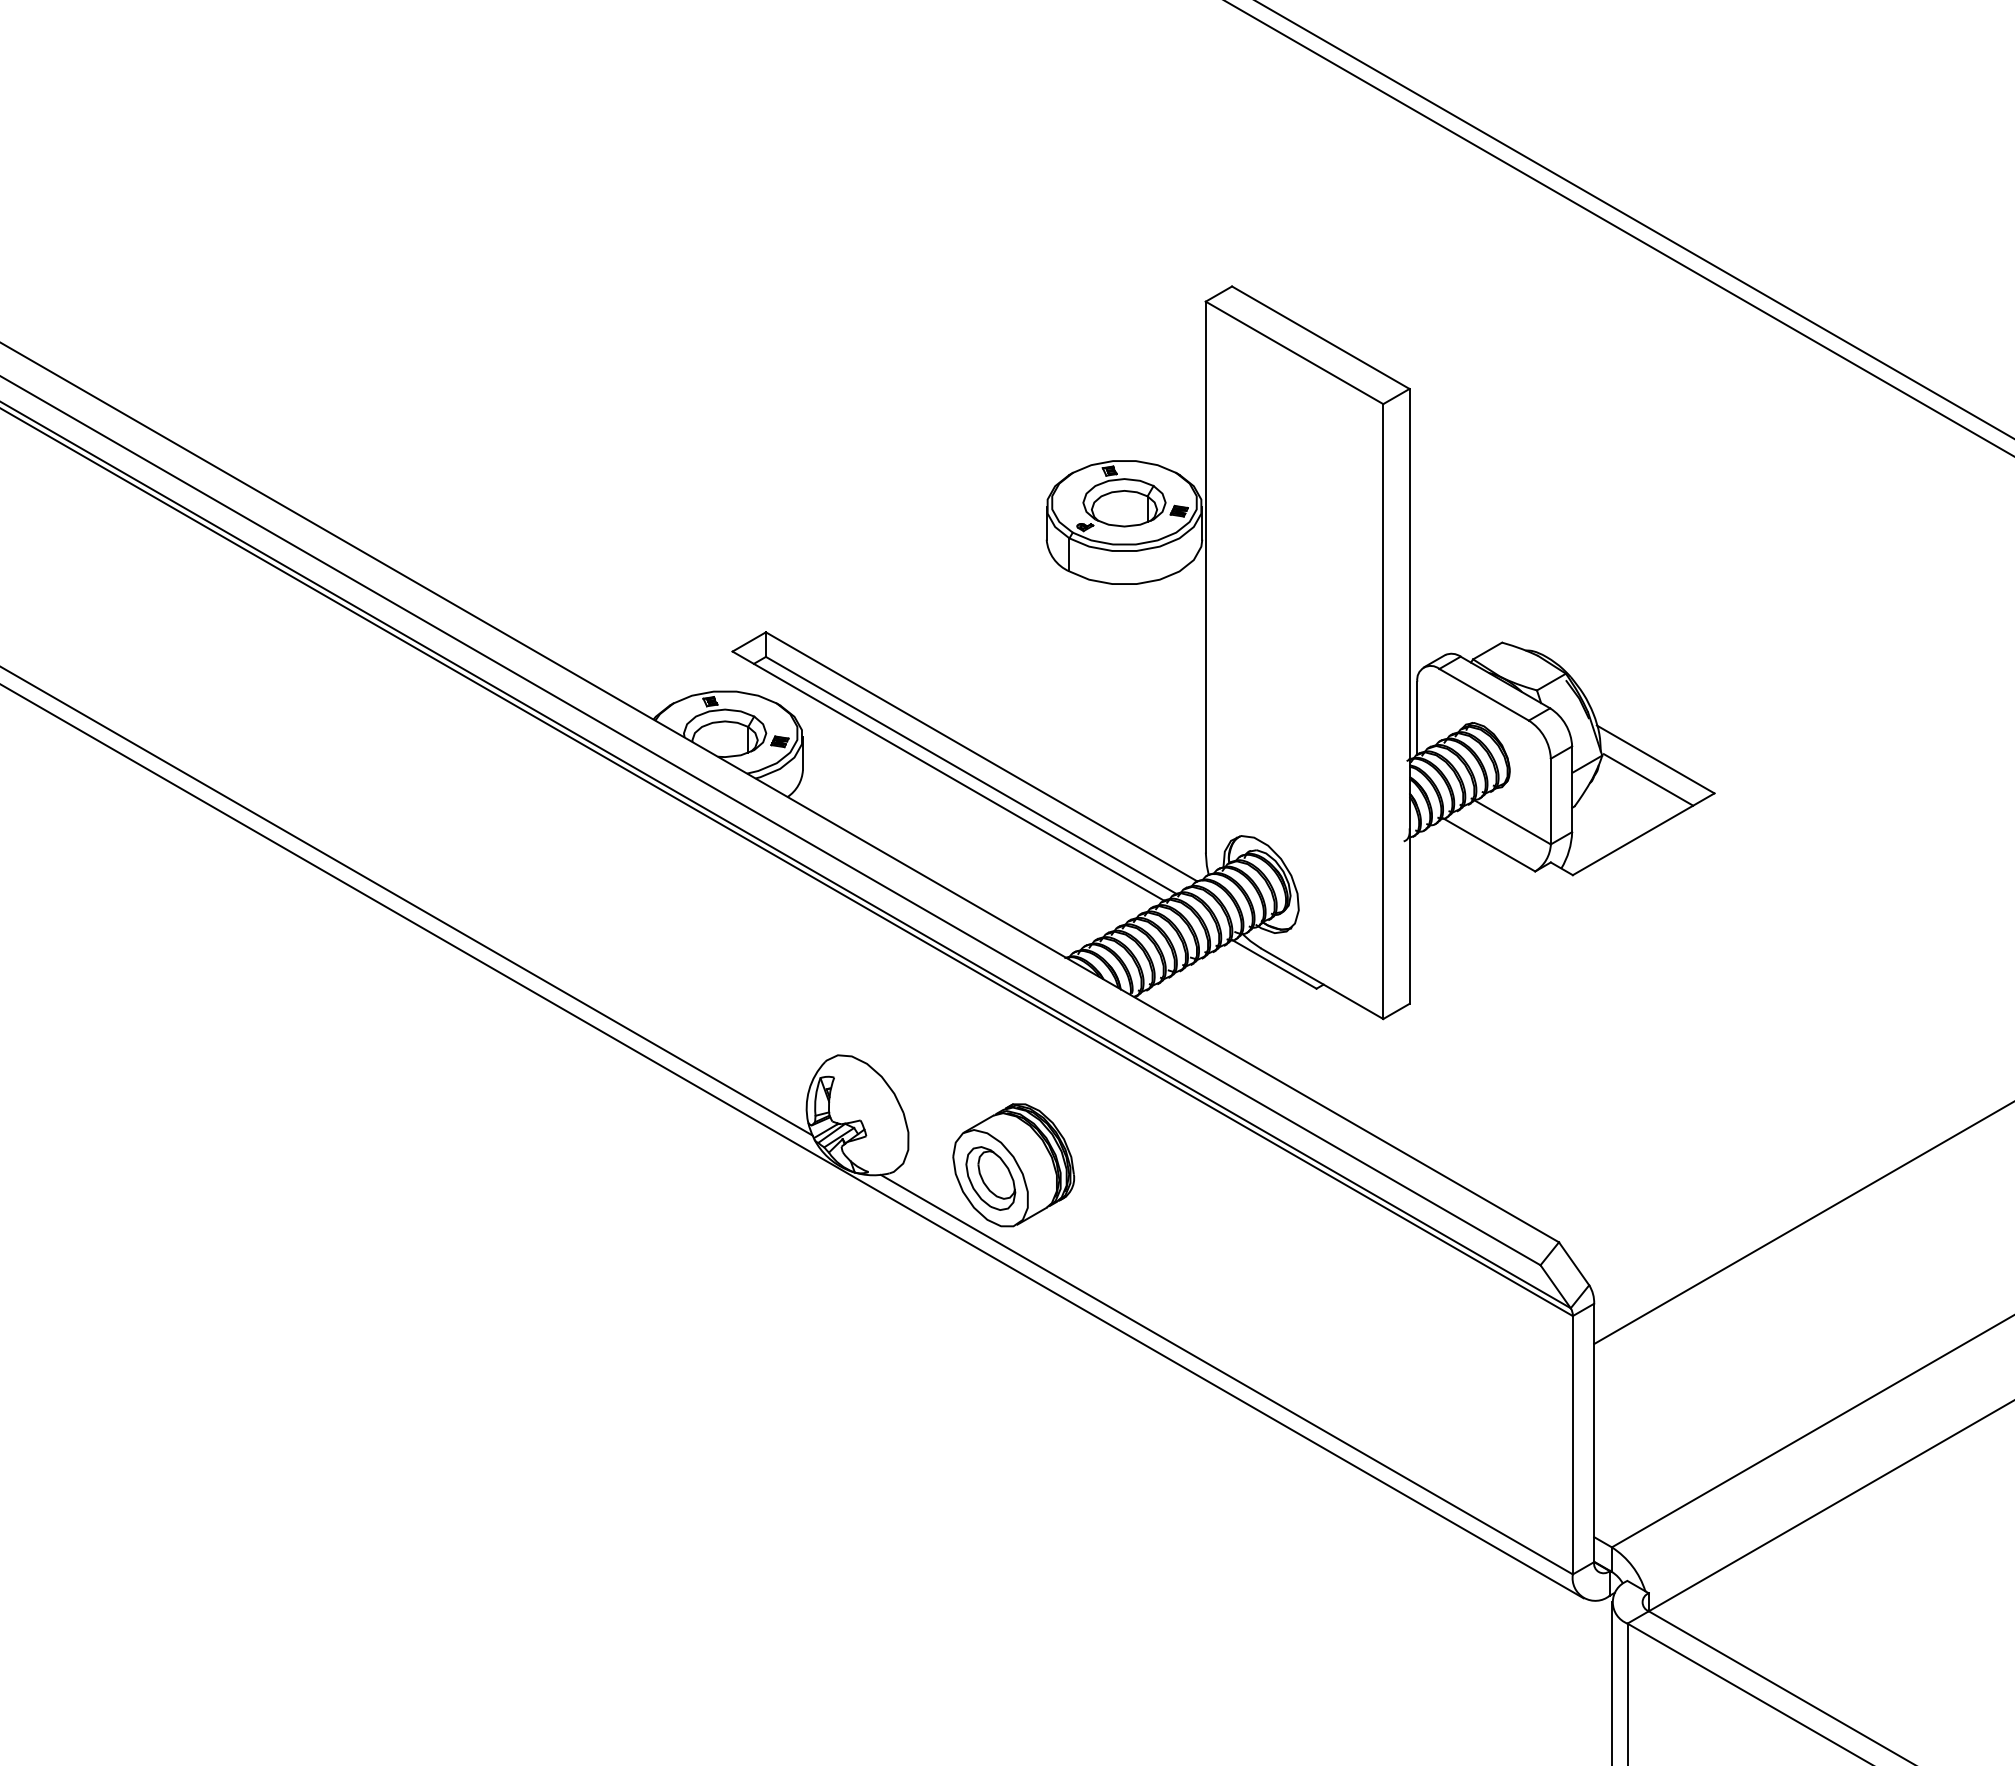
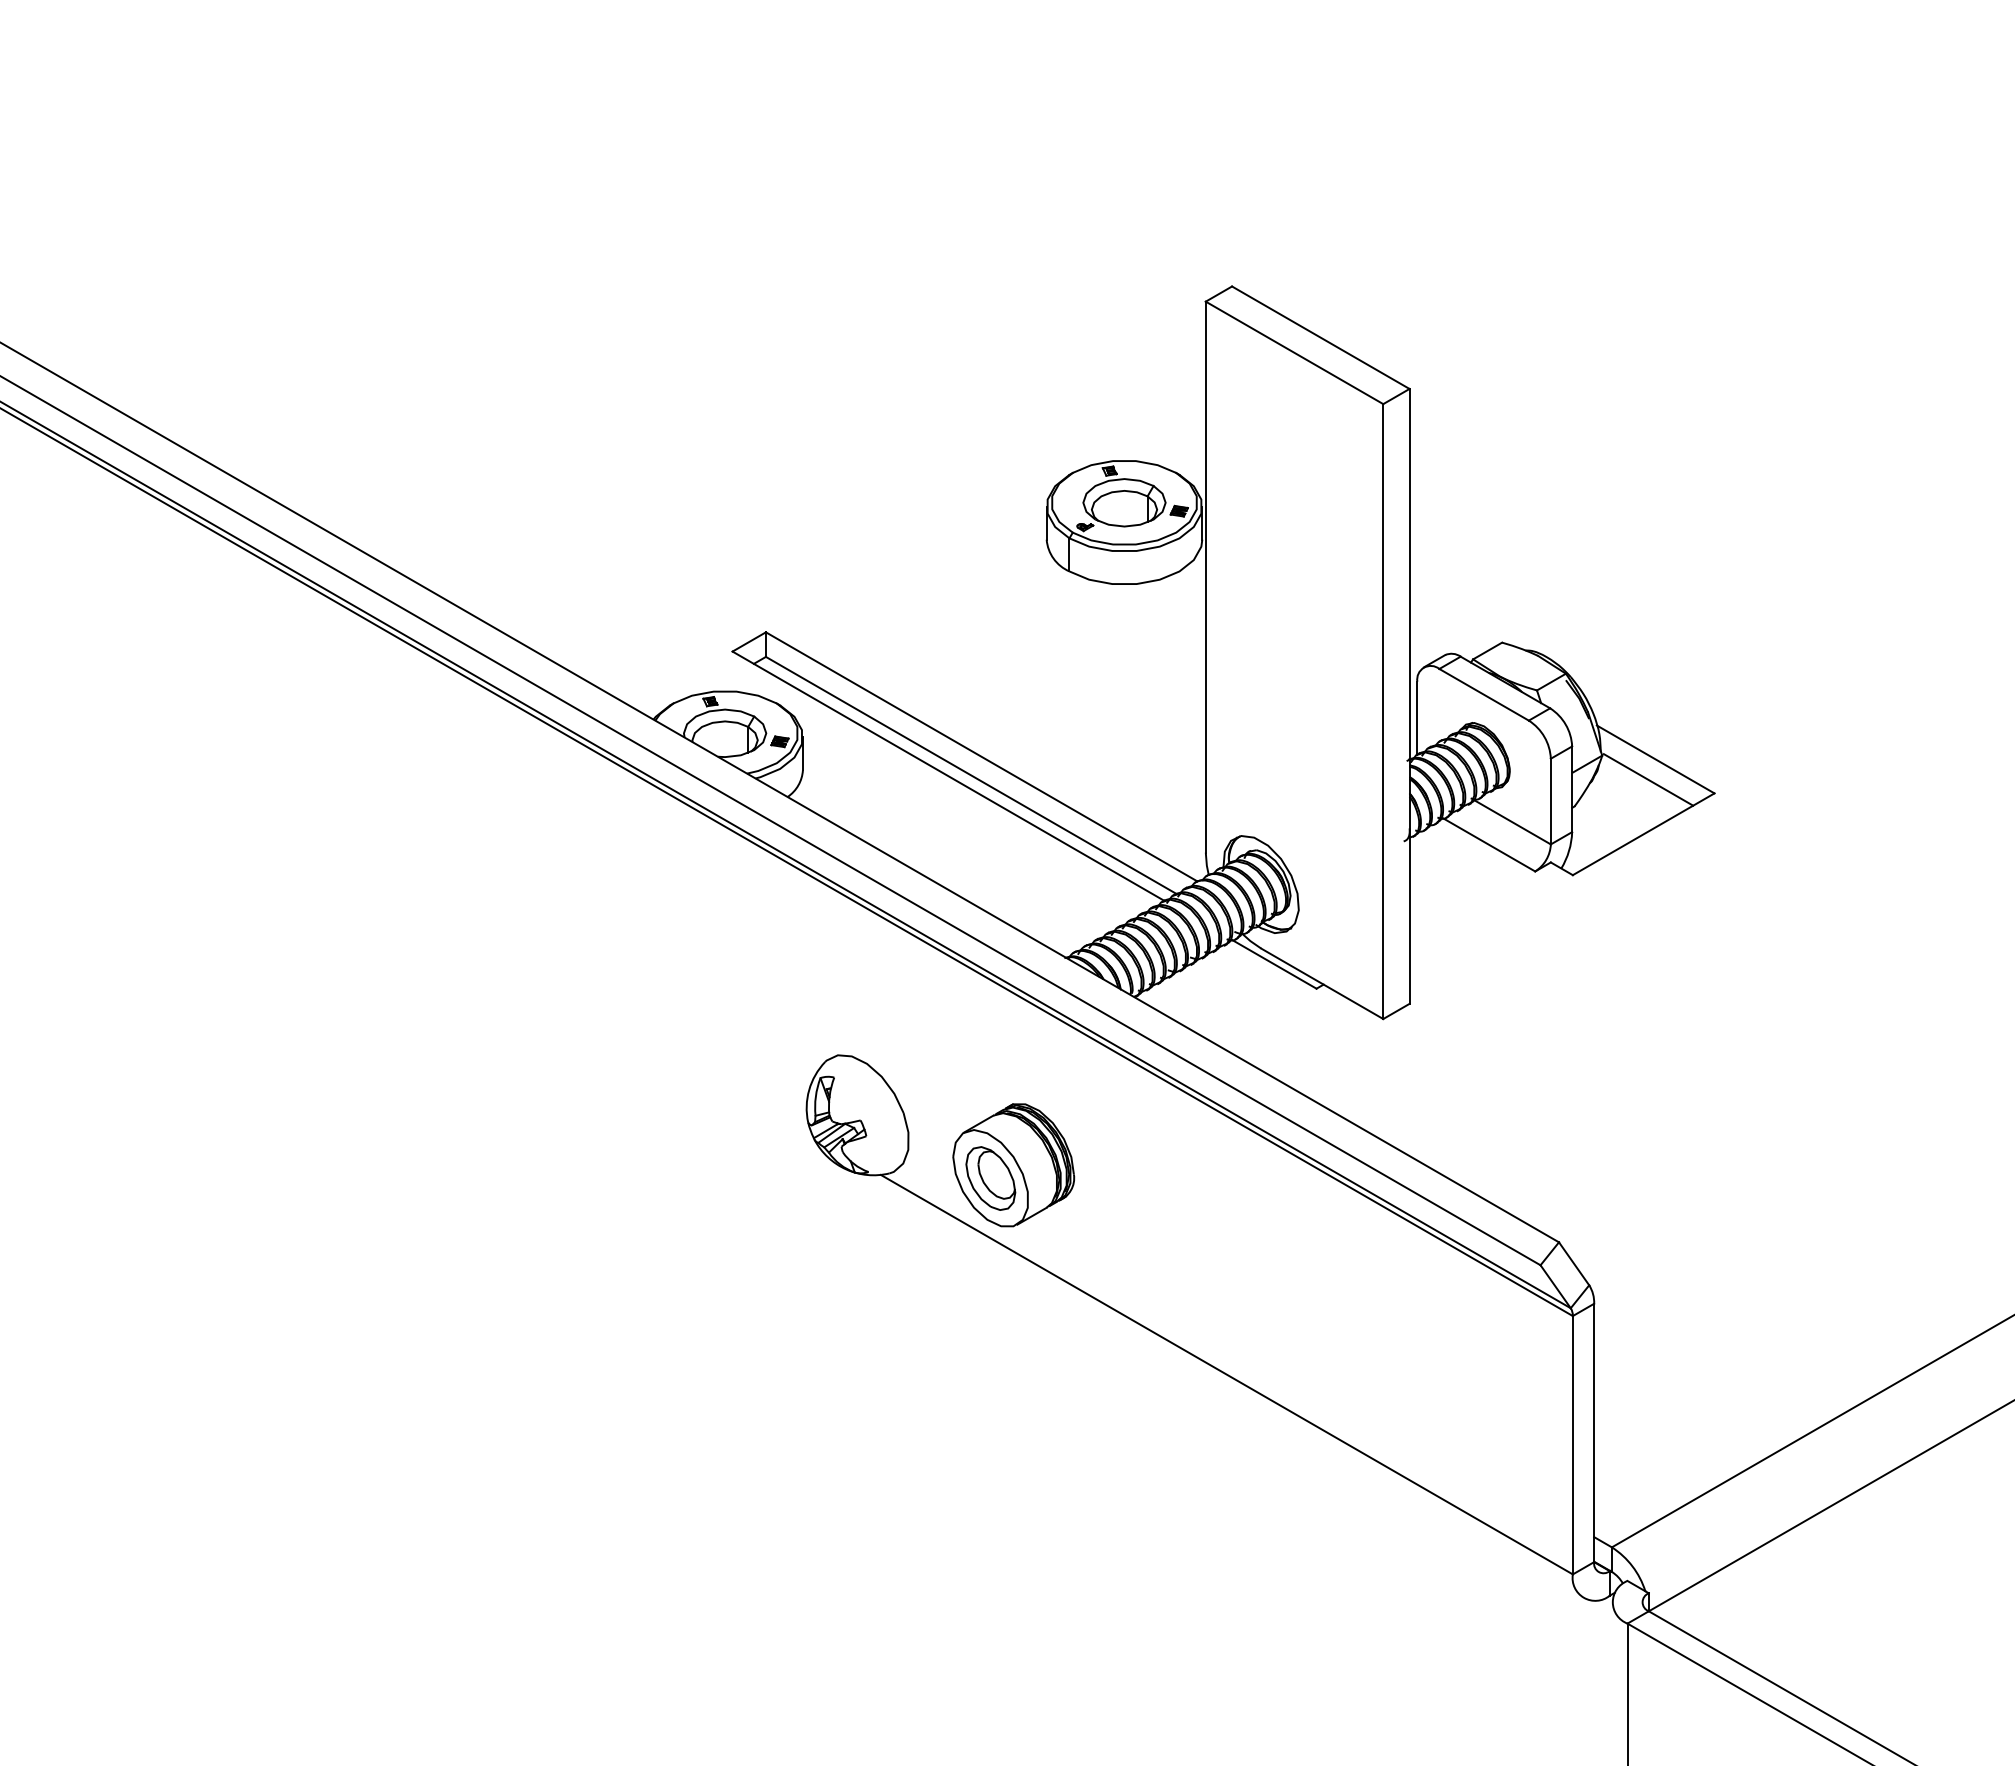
line at (1634, 219): present -> none
line at (1618, 228): present -> none
line at (407, 901): present -> none
line at (792, 1141): present -> none
line at (1802, 1223): present -> none
line at (1612, 1682): present -> none
